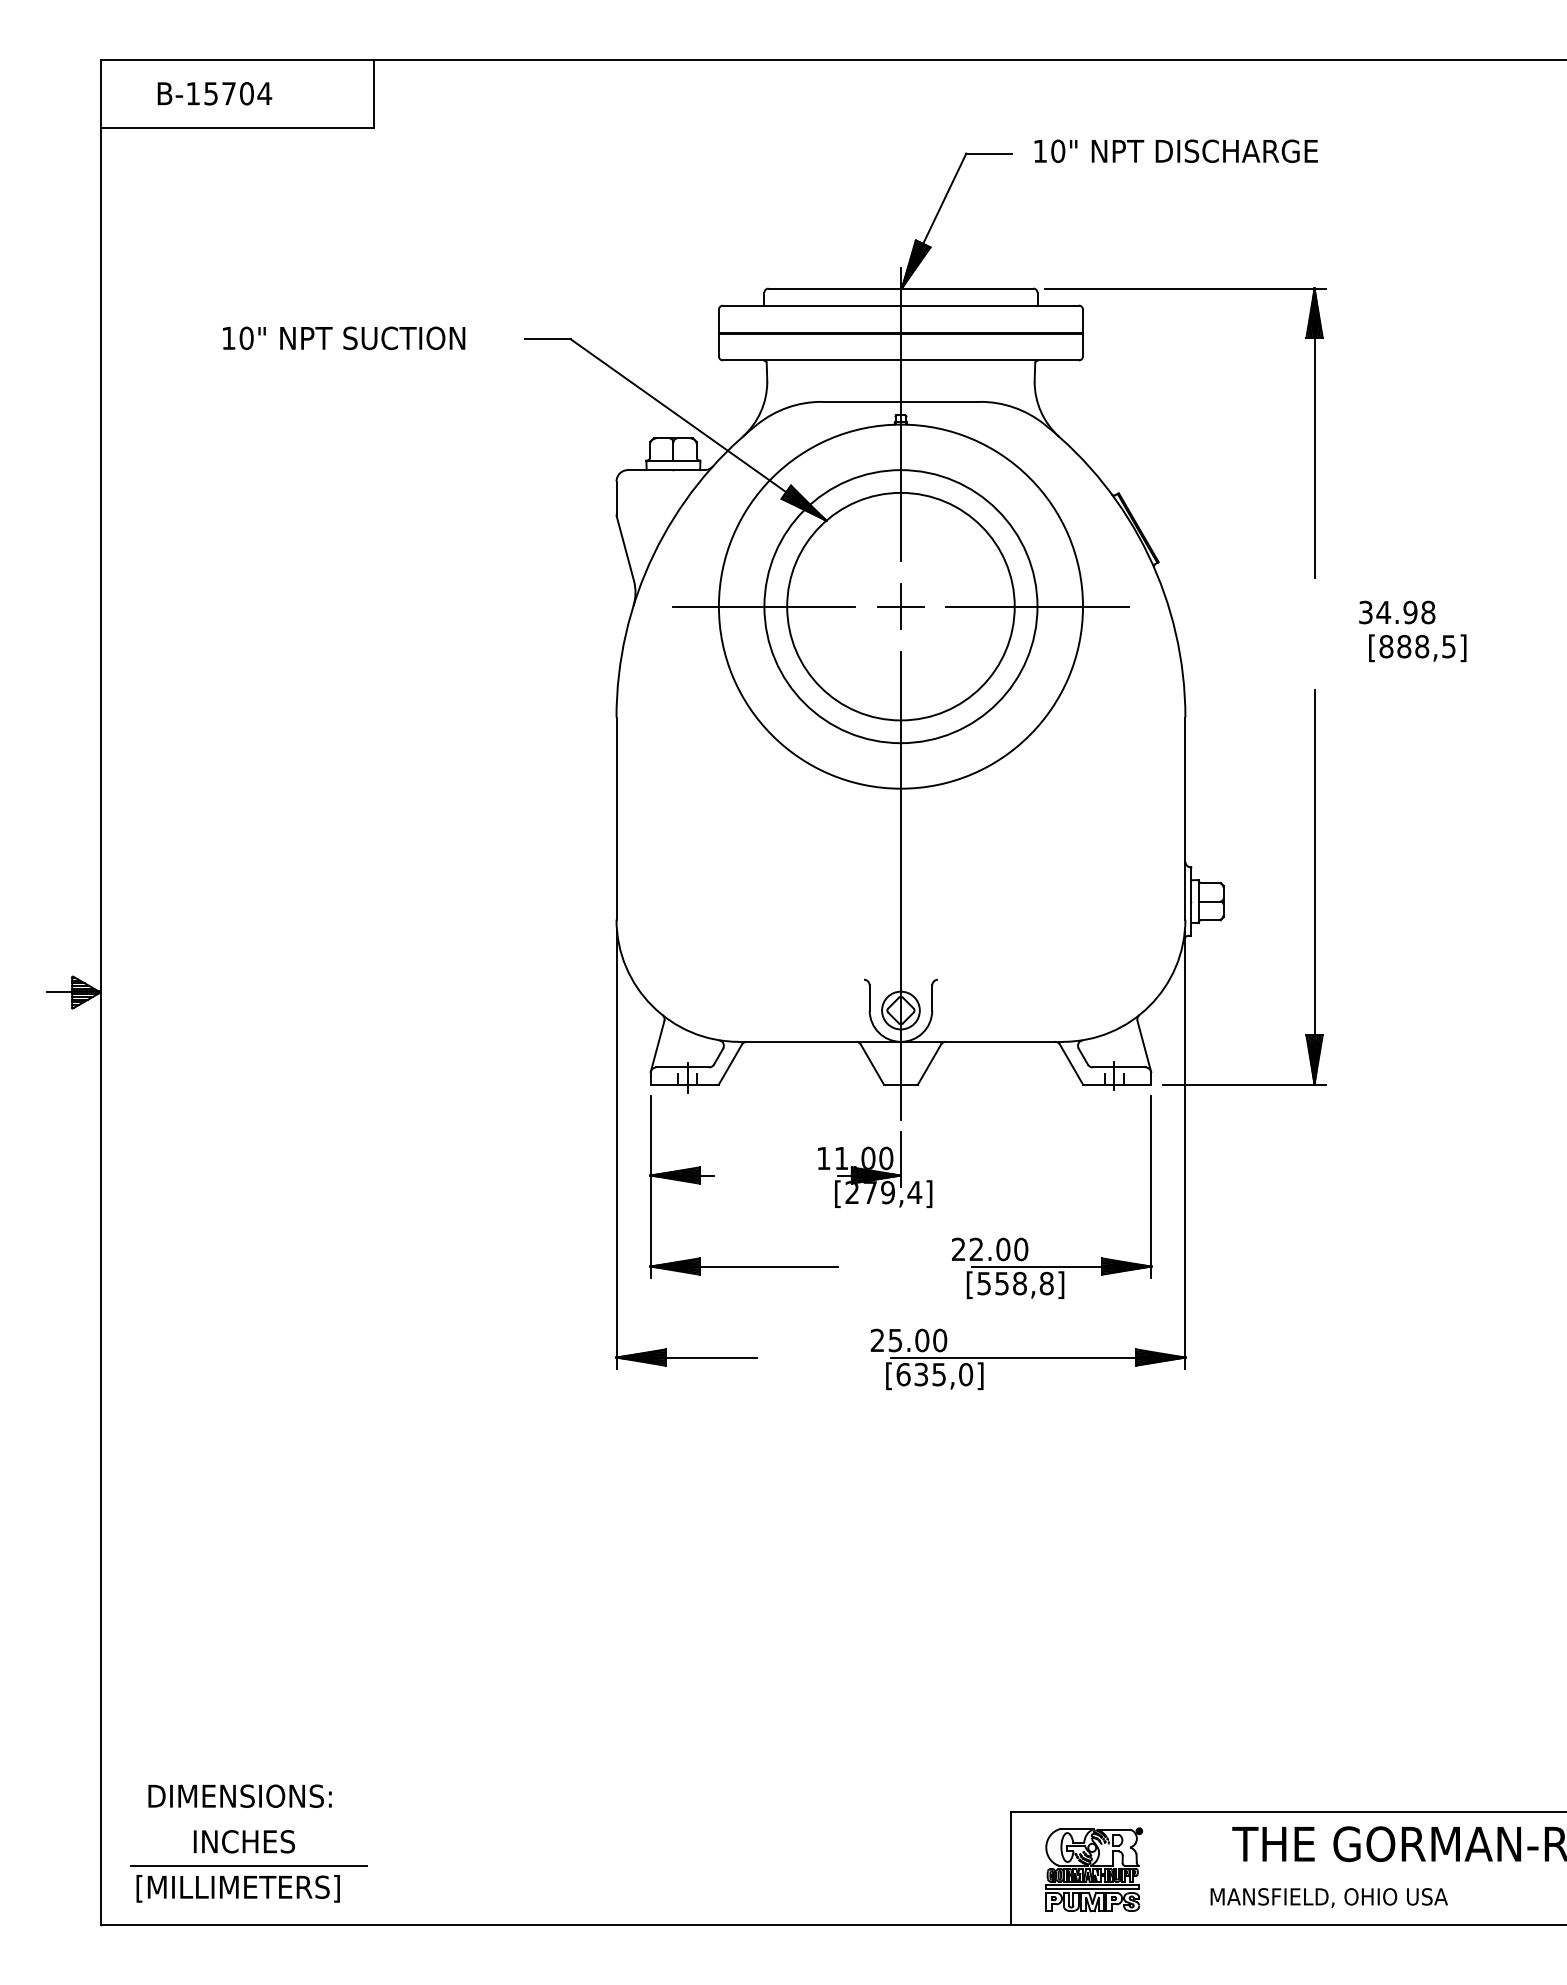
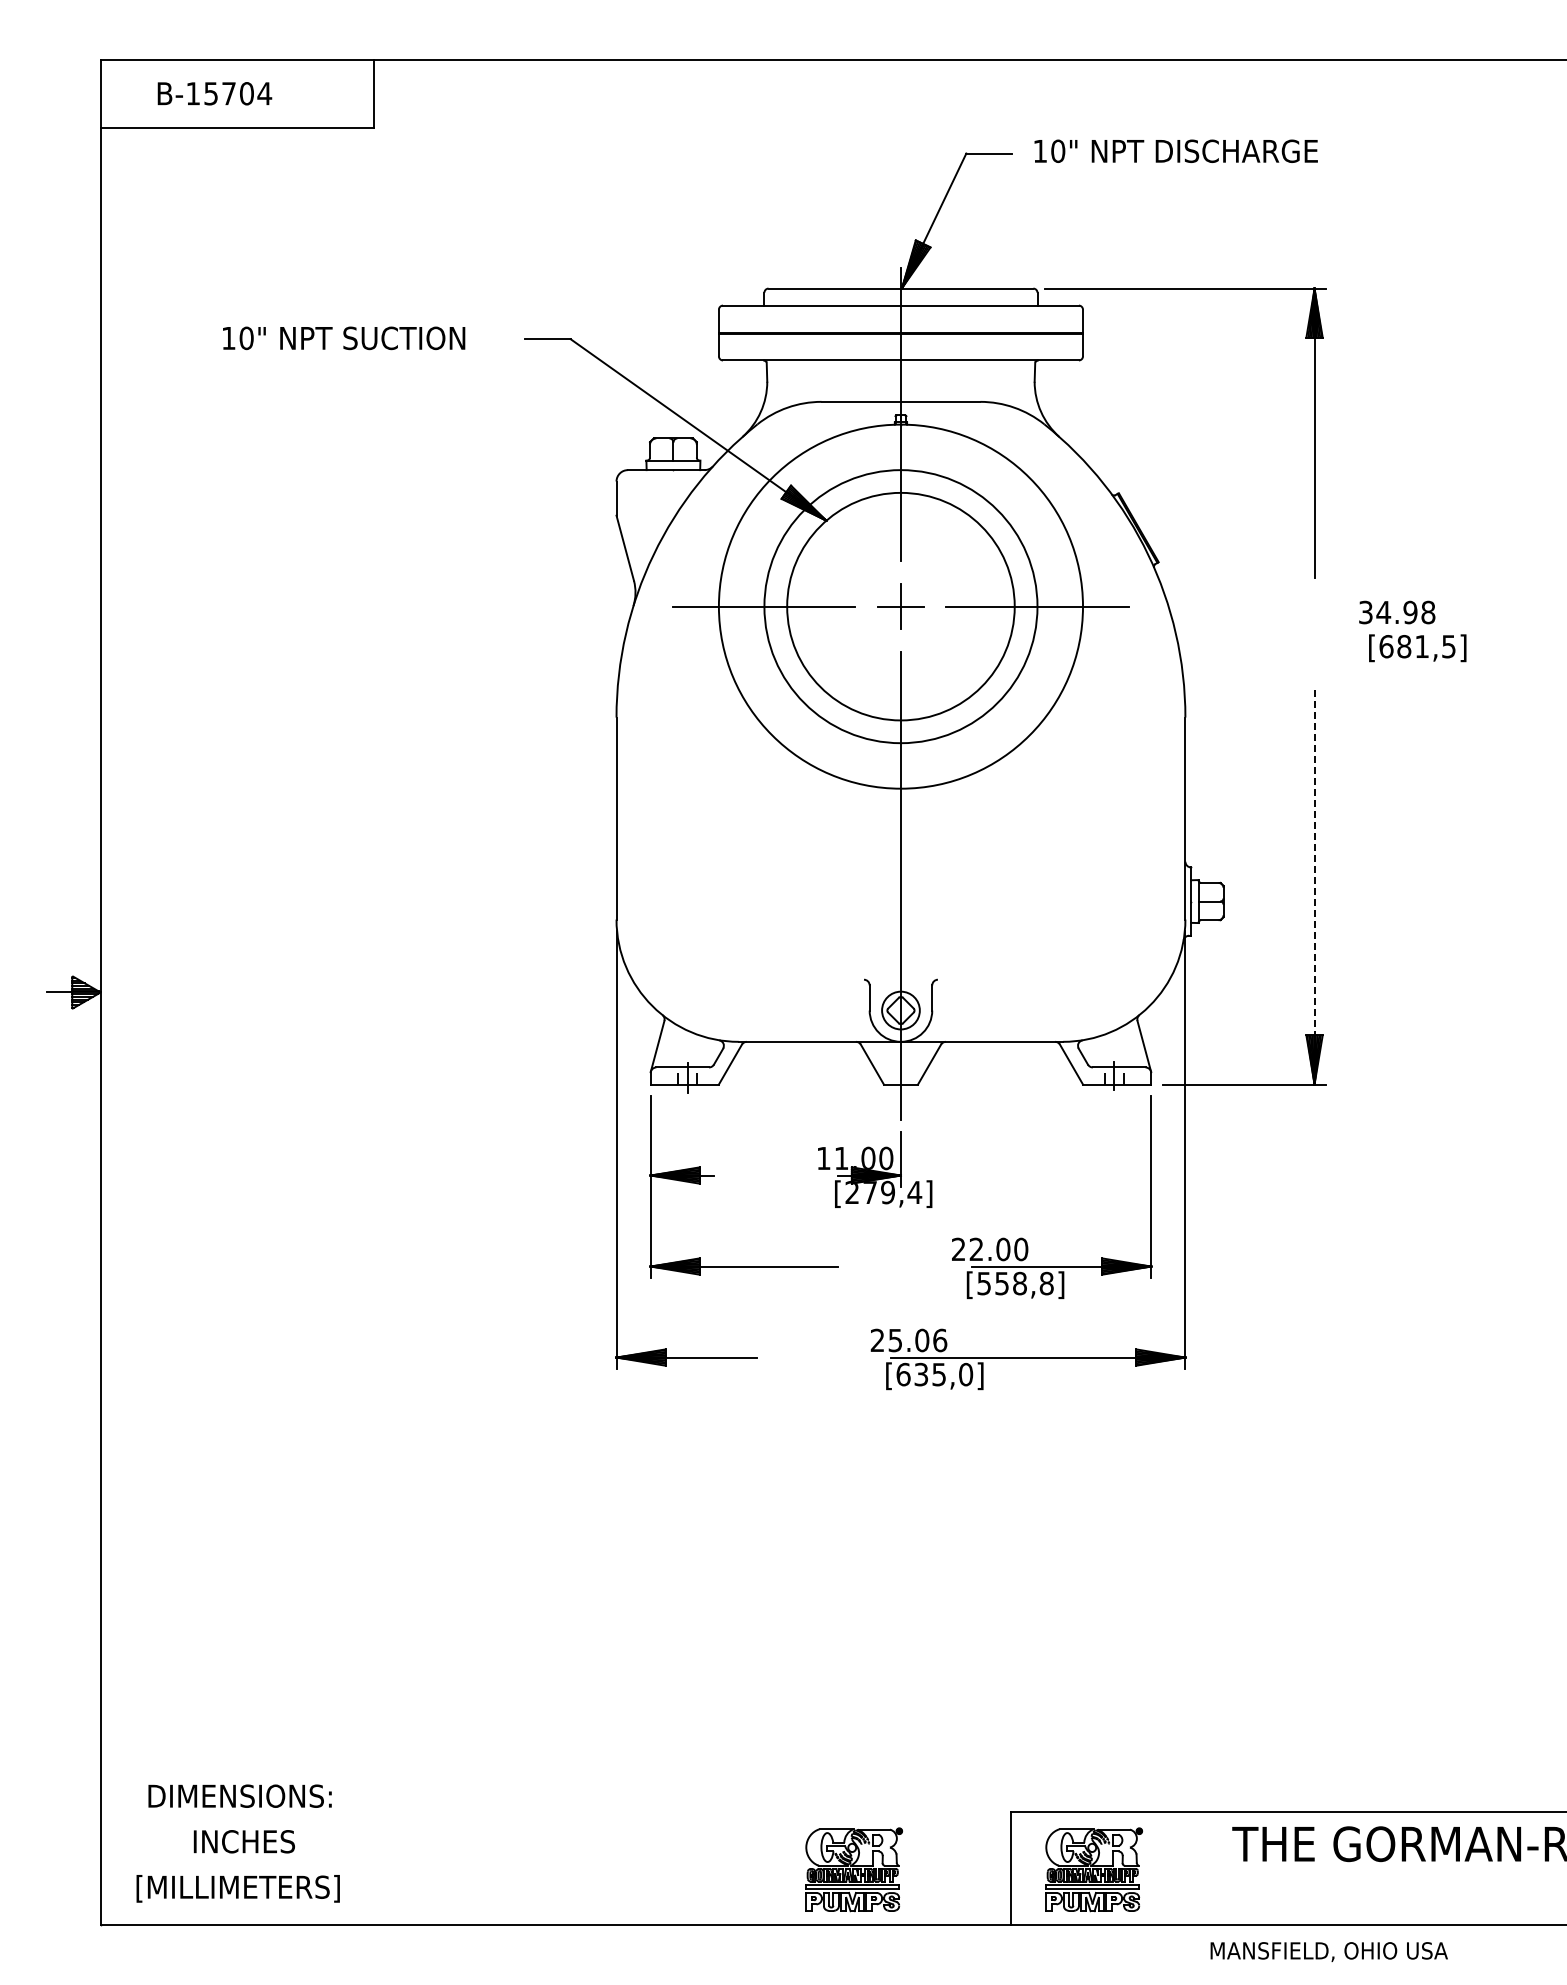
text at (1404, 646): [888,5] -> [681,5]
line at (1314, 887): solid -> dashed
text at (940, 1339): 25.00 -> 25.06
line at (249, 1866): present -> none
part at (854, 1869): none -> present
text at (1328, 1897) position: (1328, 1897) -> (1328, 1951)
